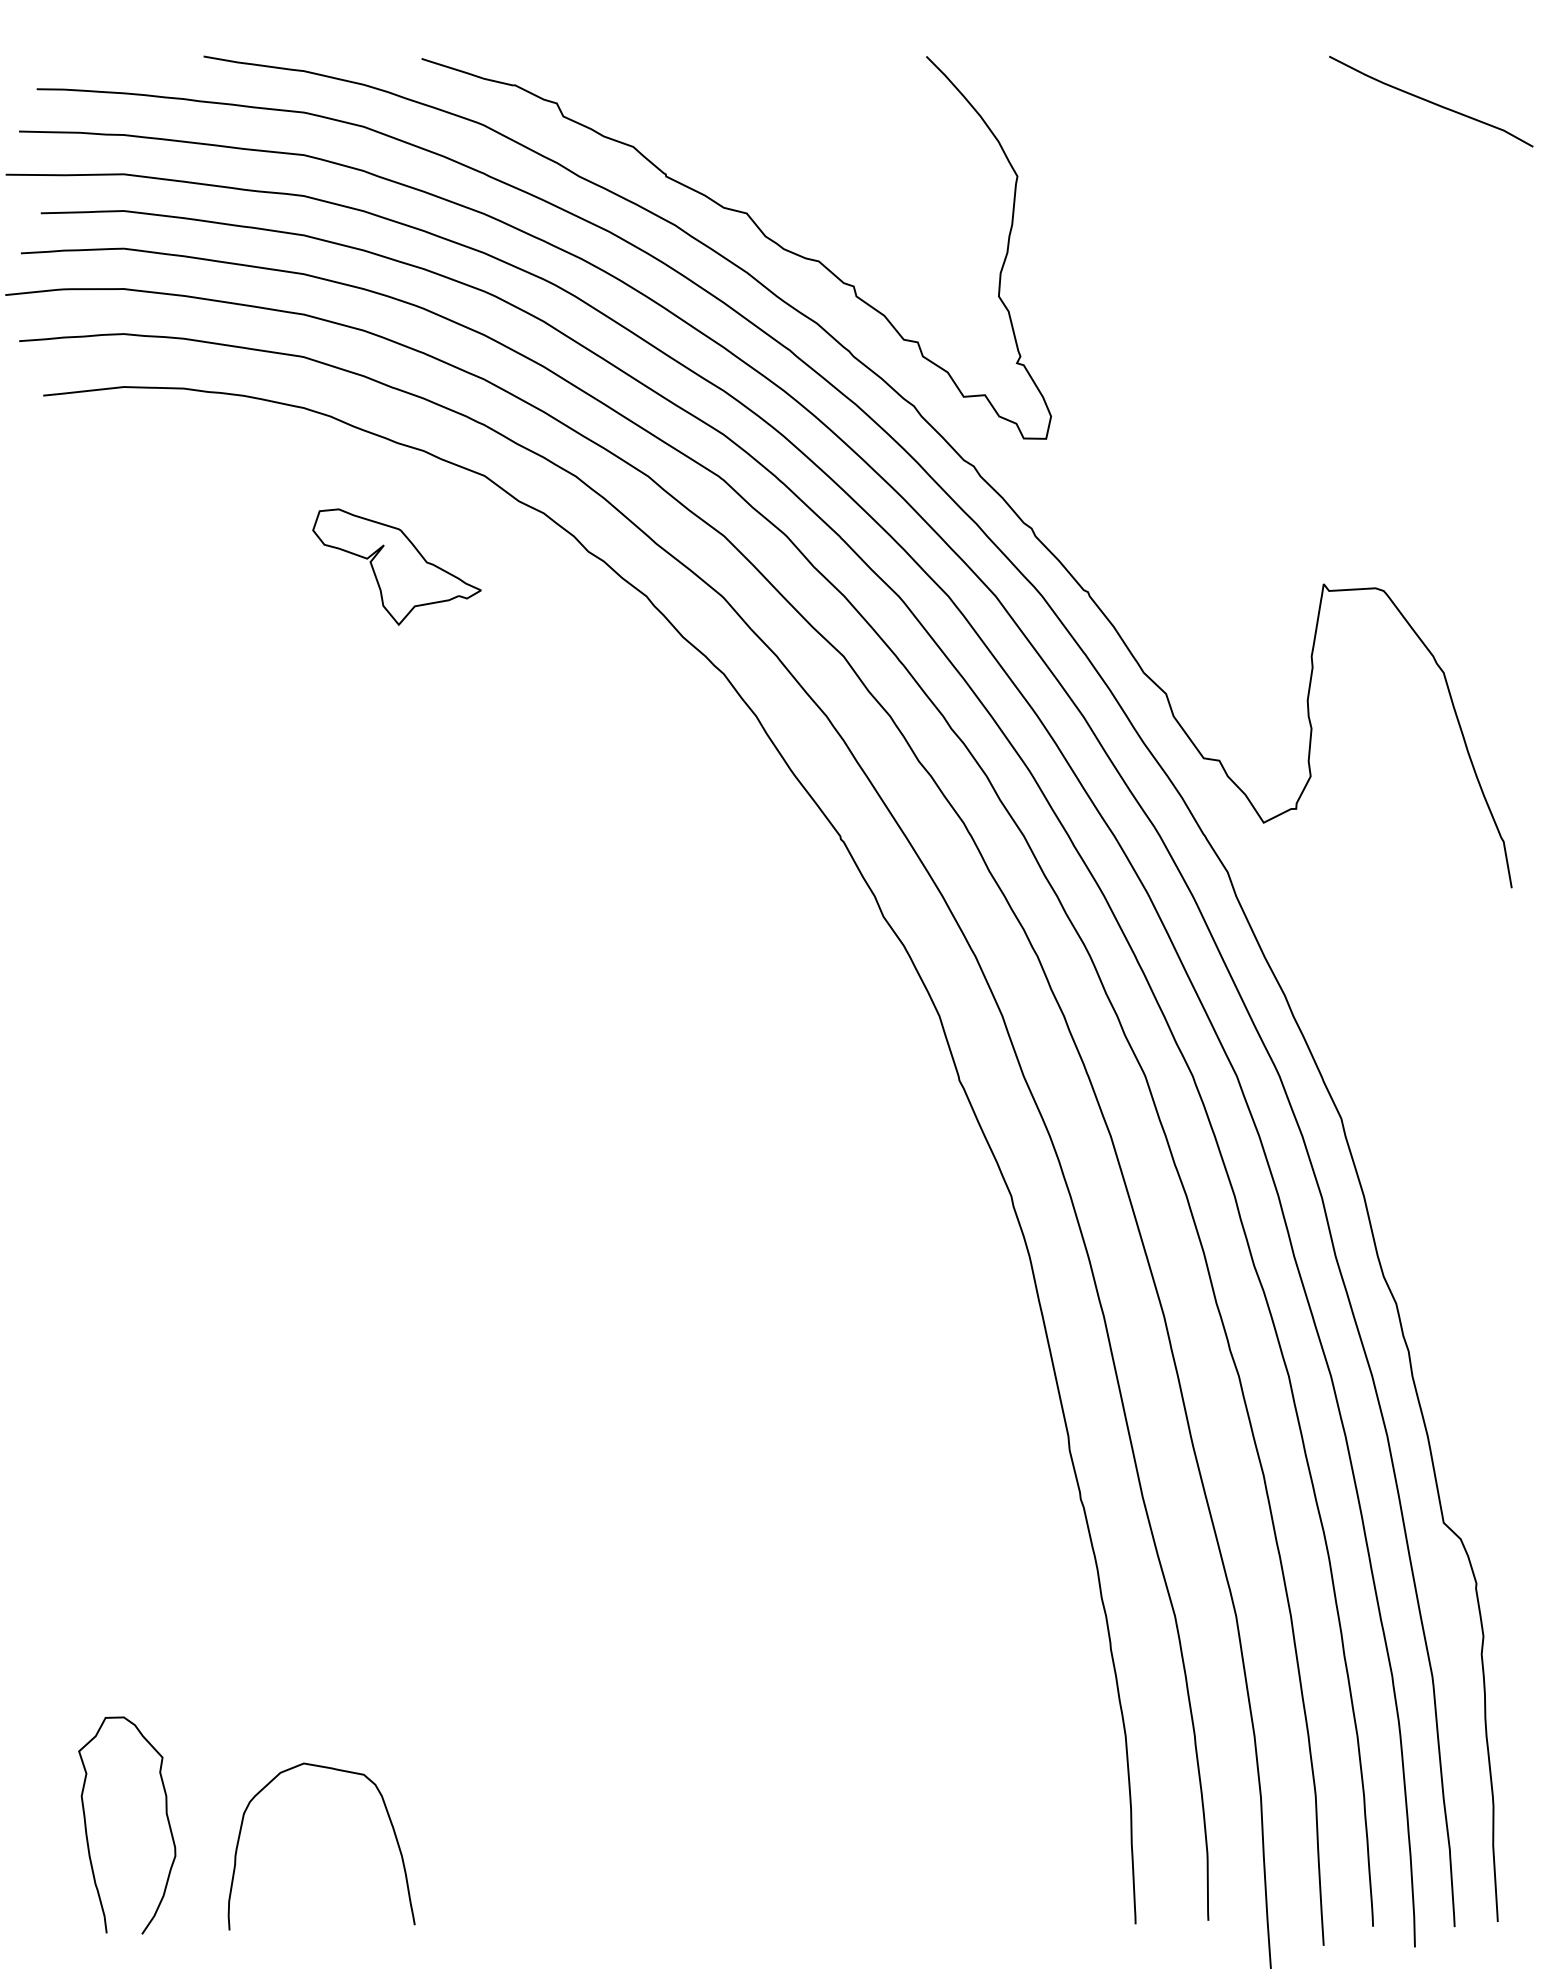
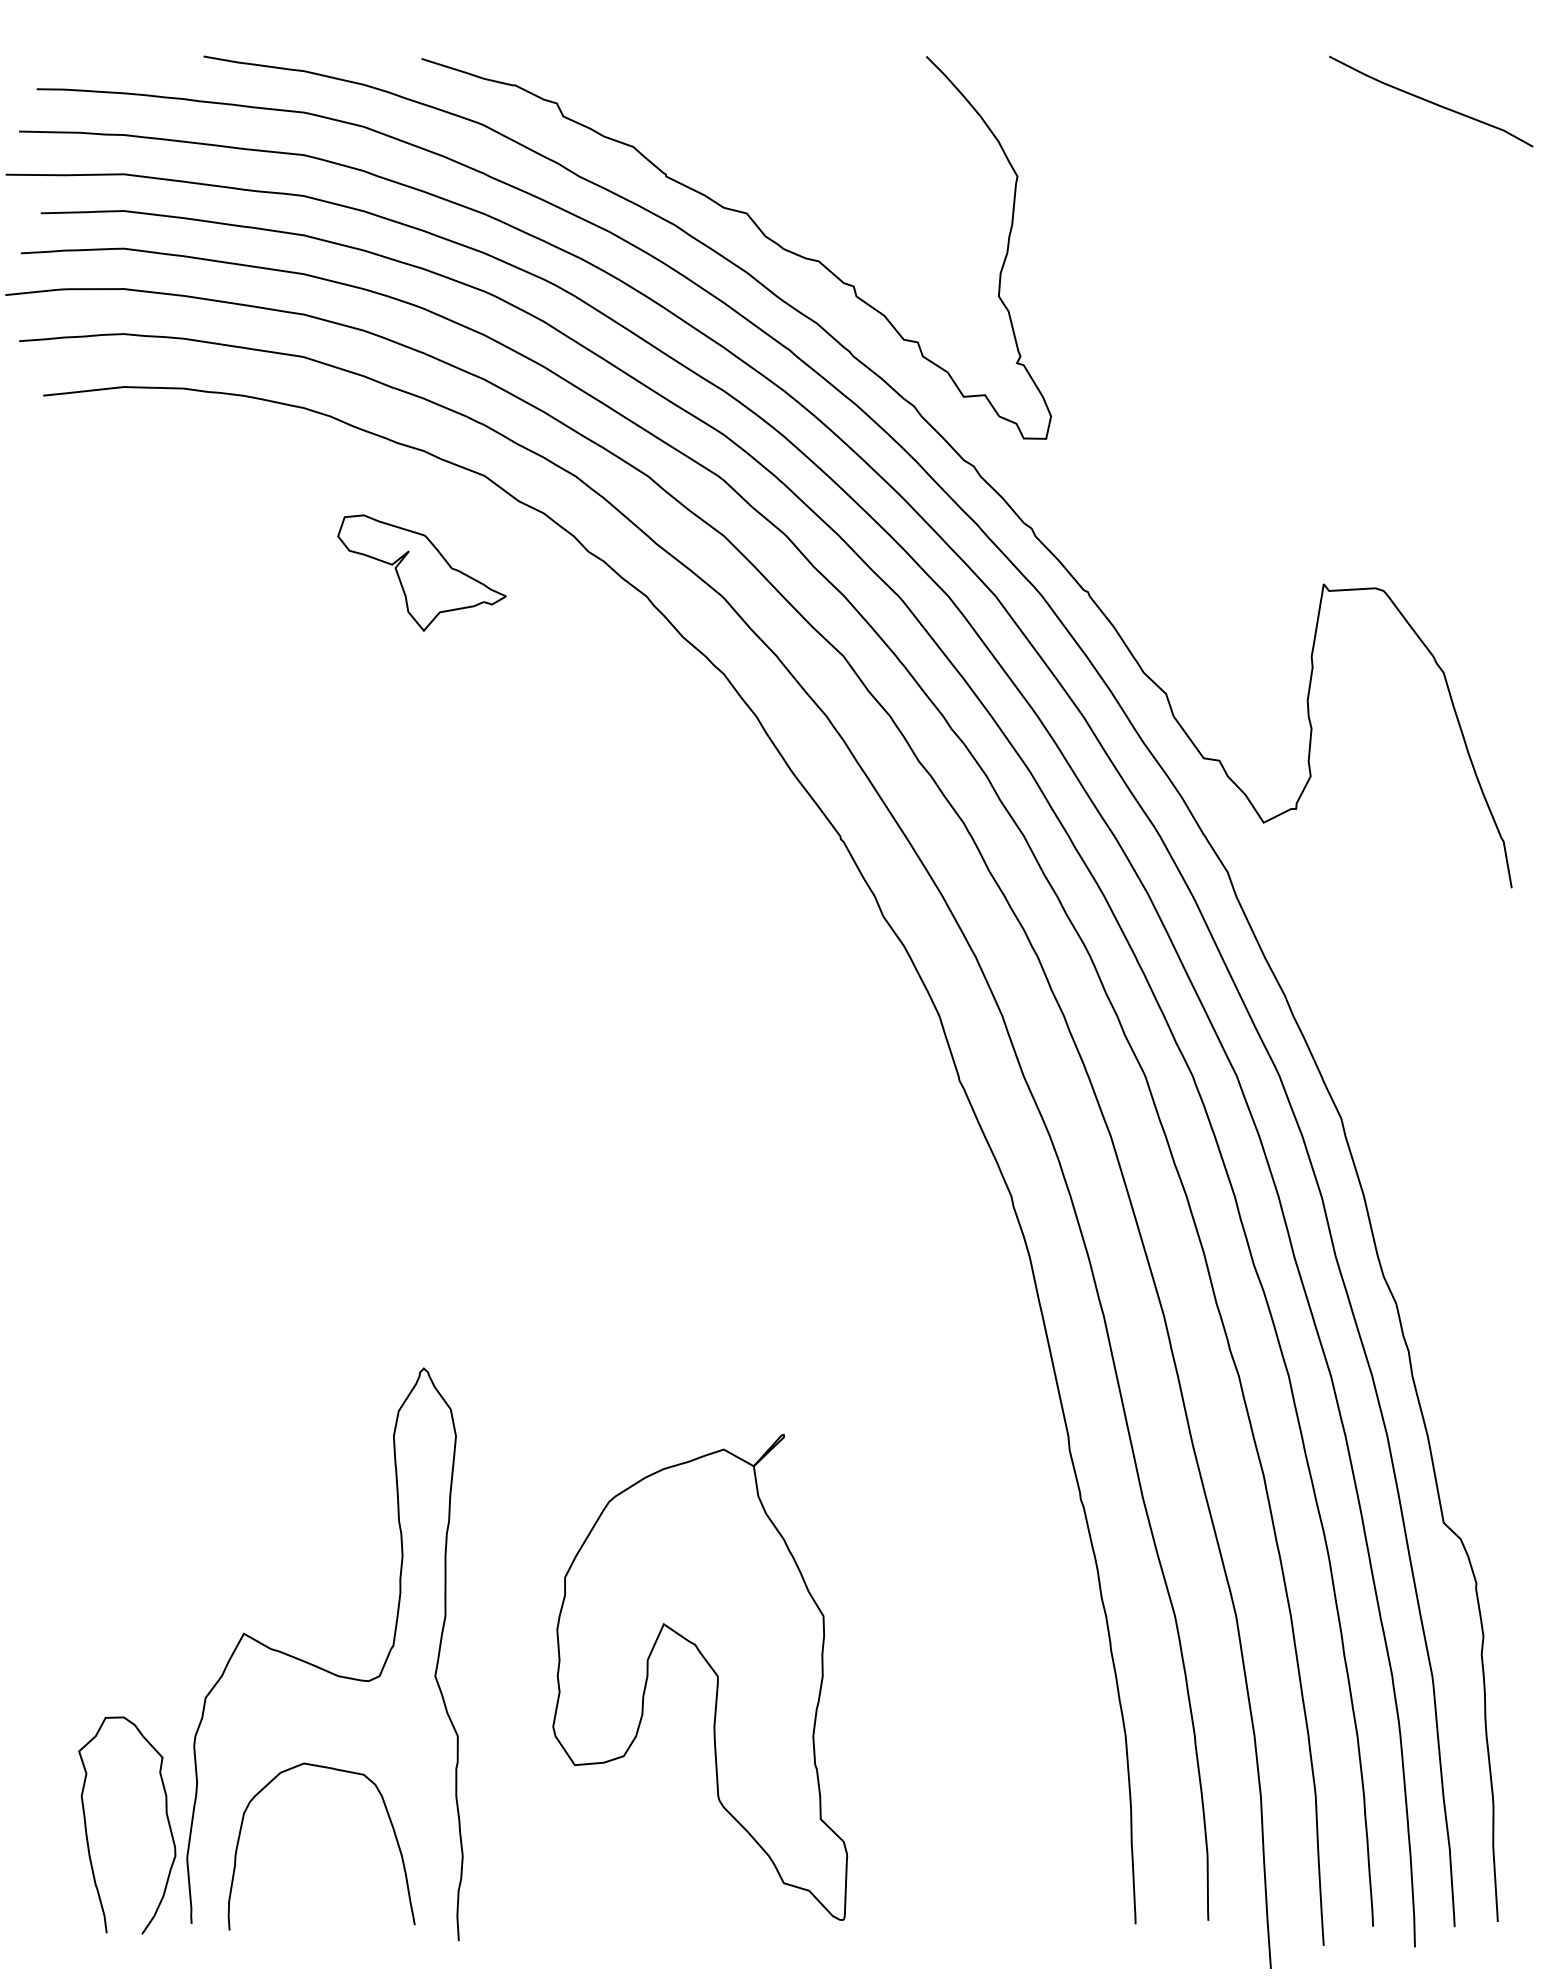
part at (396, 566) position: (396, 566) -> (421, 572)
curve at (319, 1666): none -> present
part at (710, 1668): none -> present
